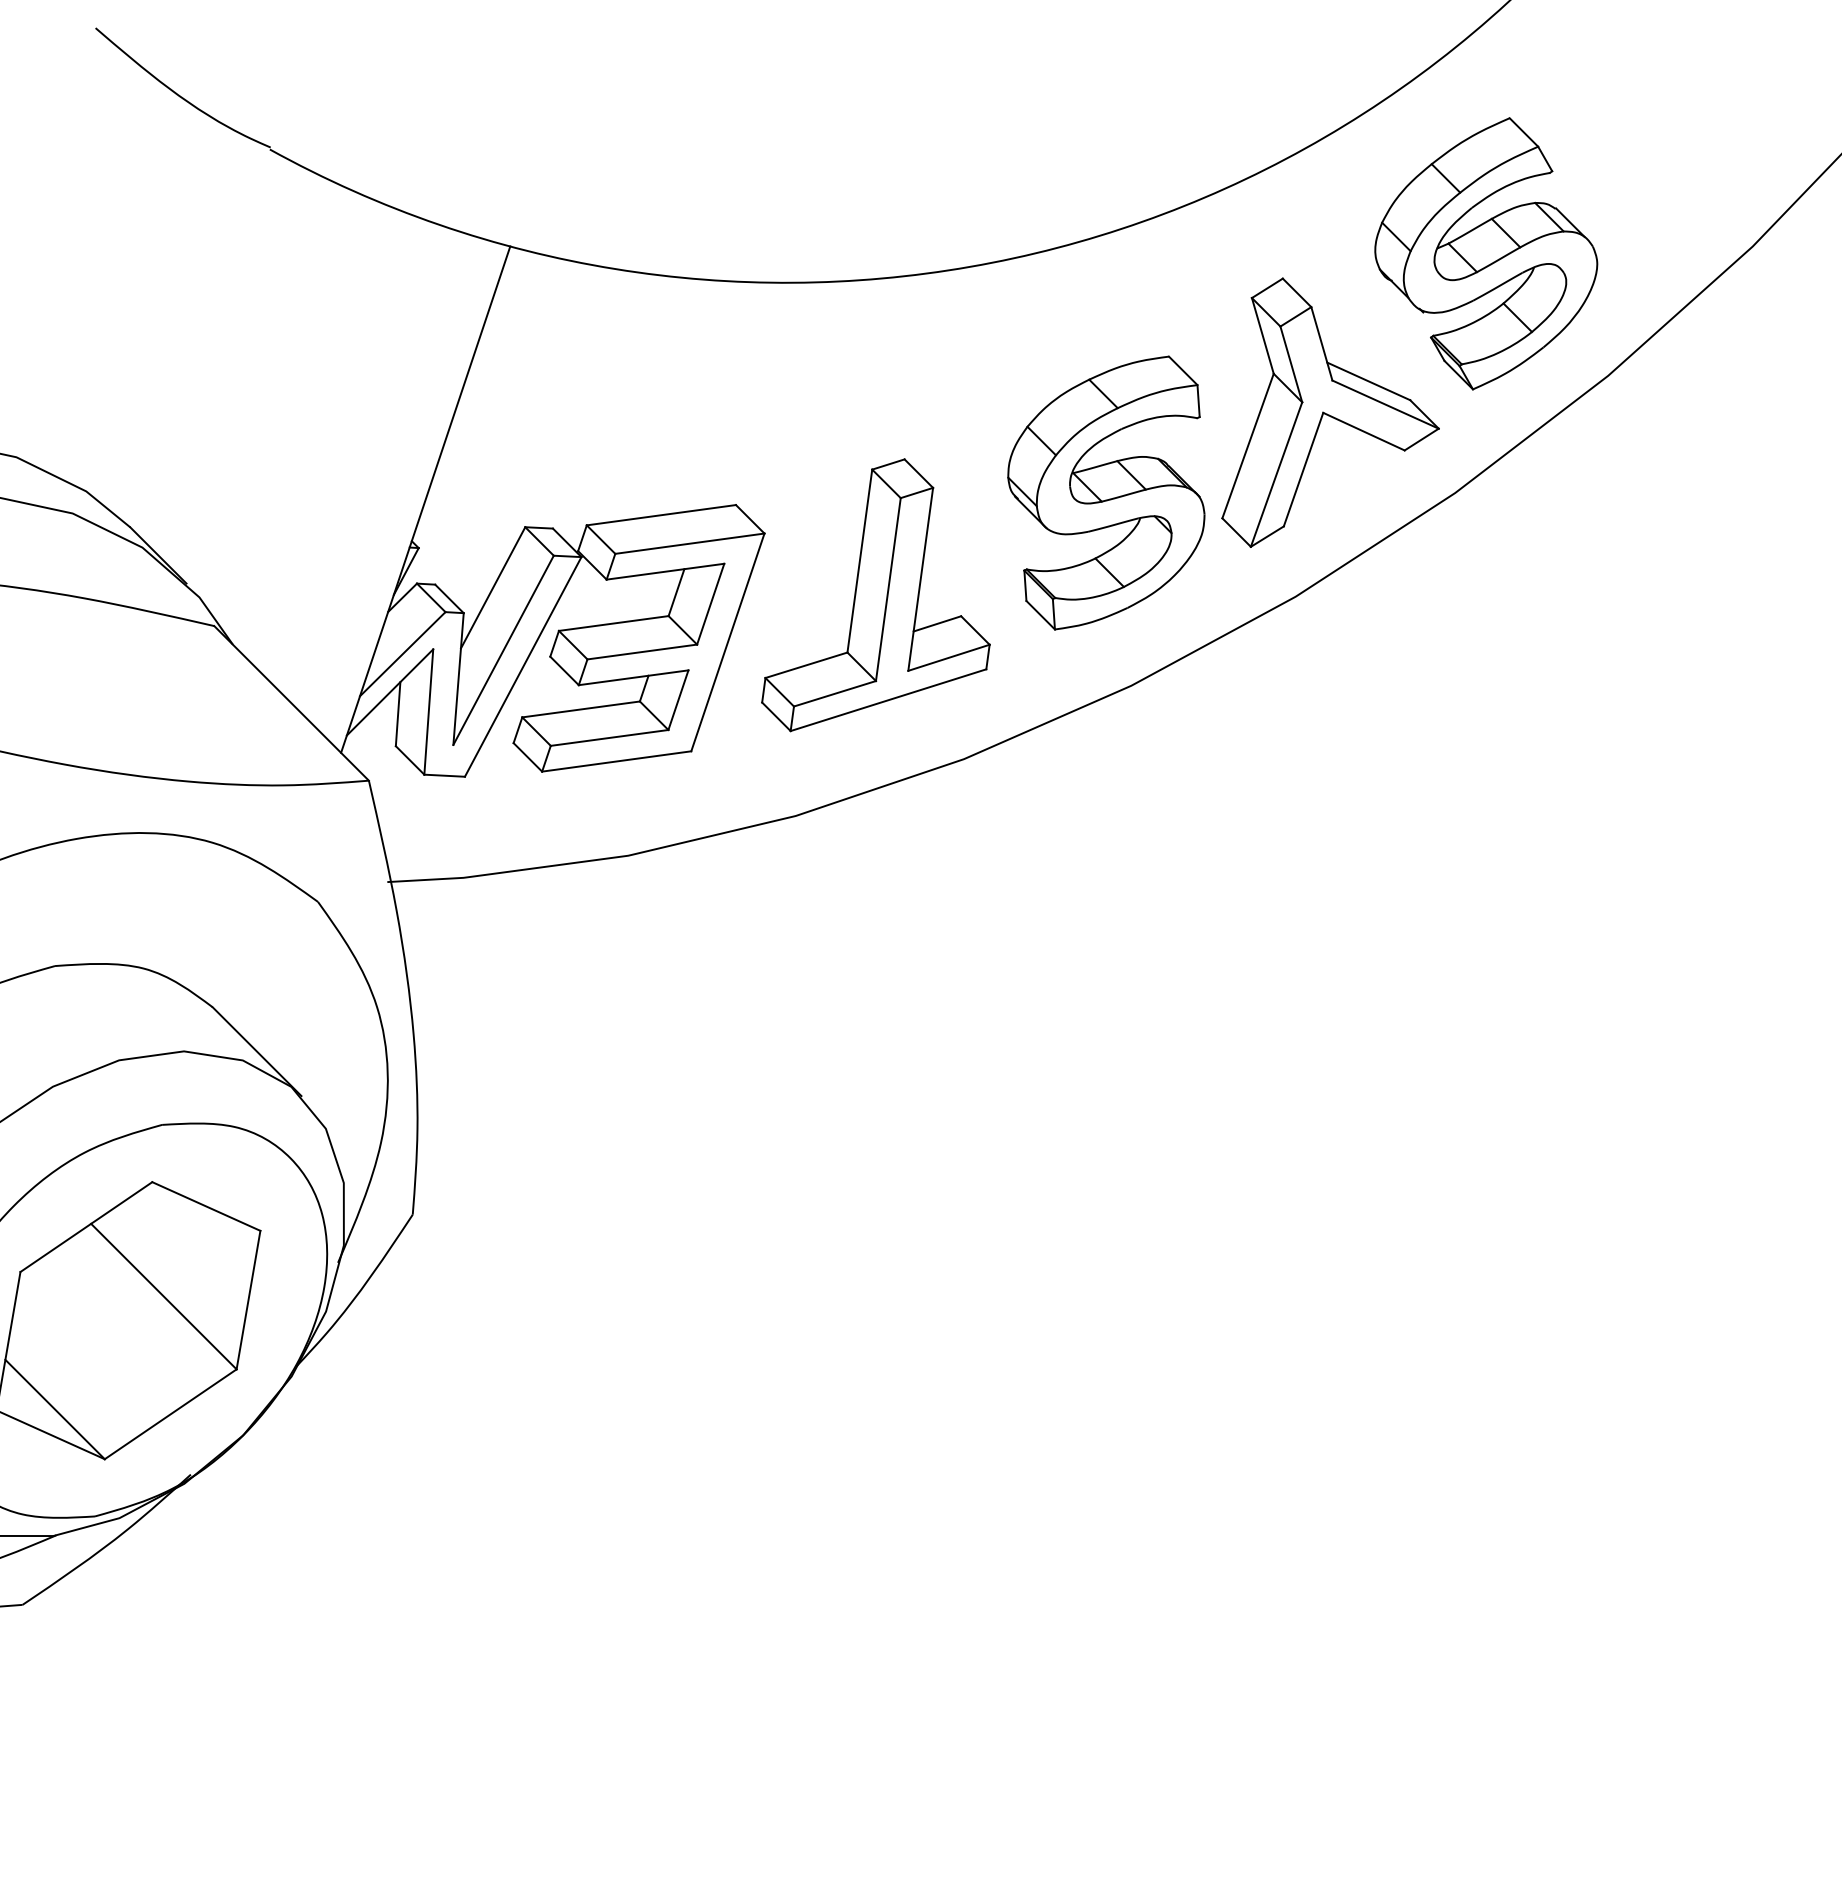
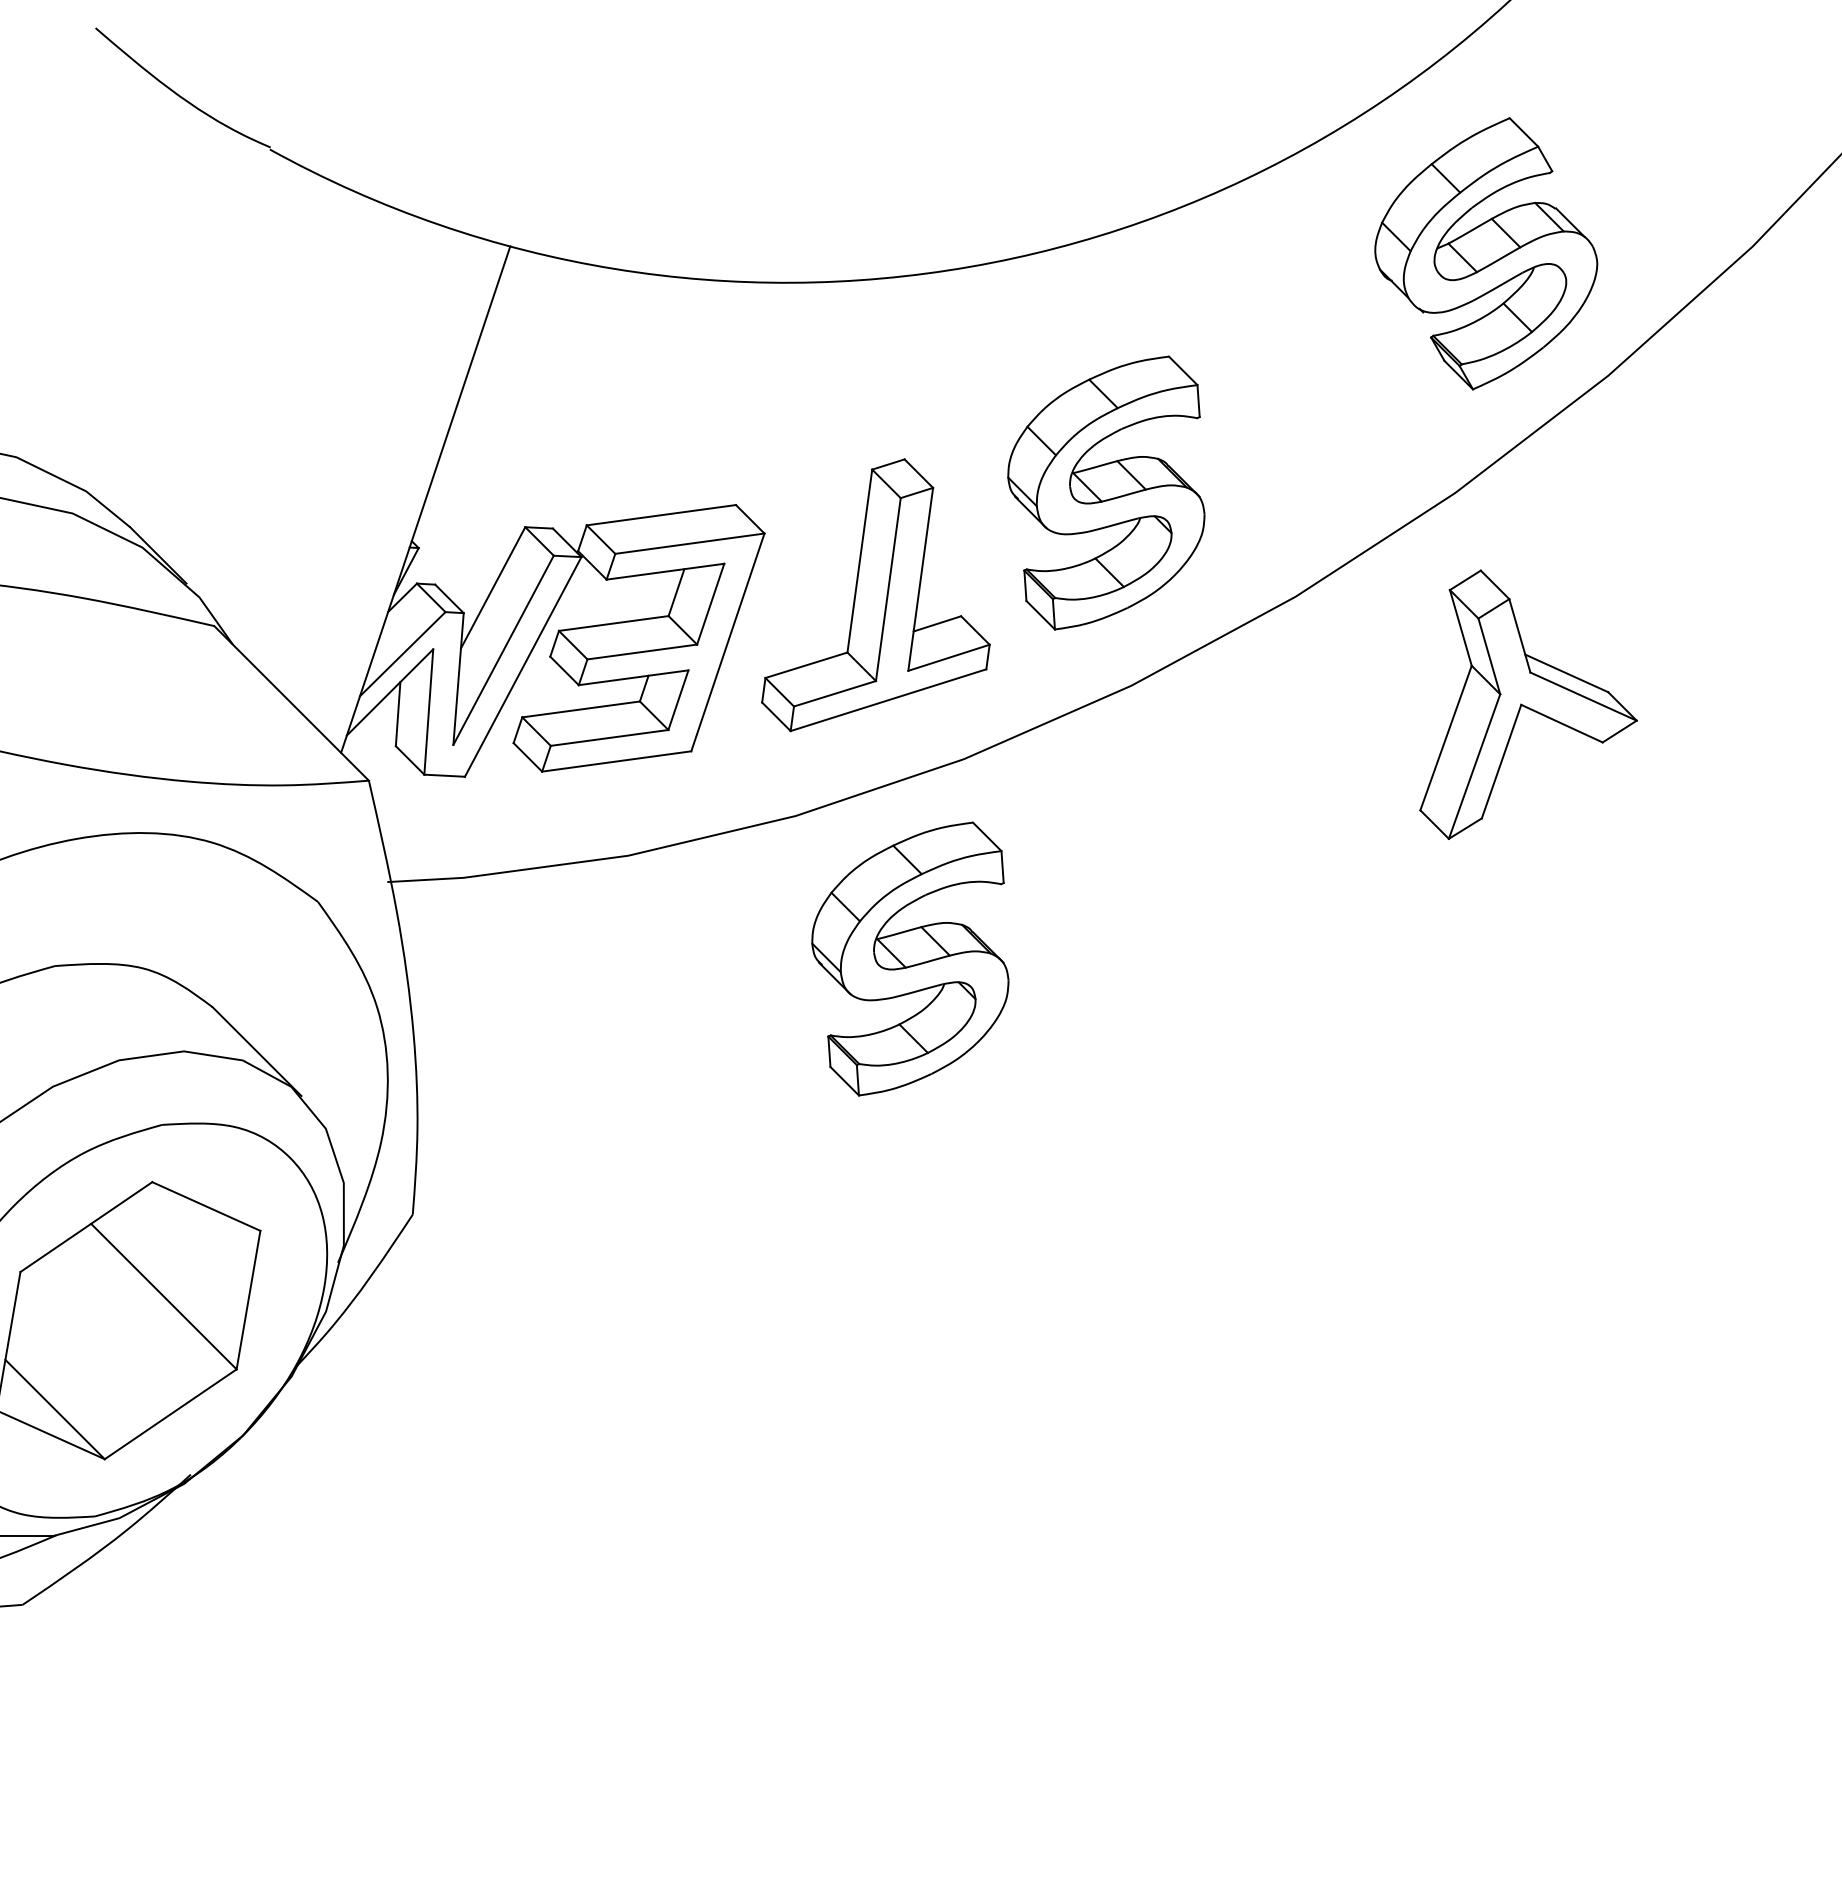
part at (1330, 412) position: (1330, 412) -> (1528, 704)
part at (910, 958): none -> present
